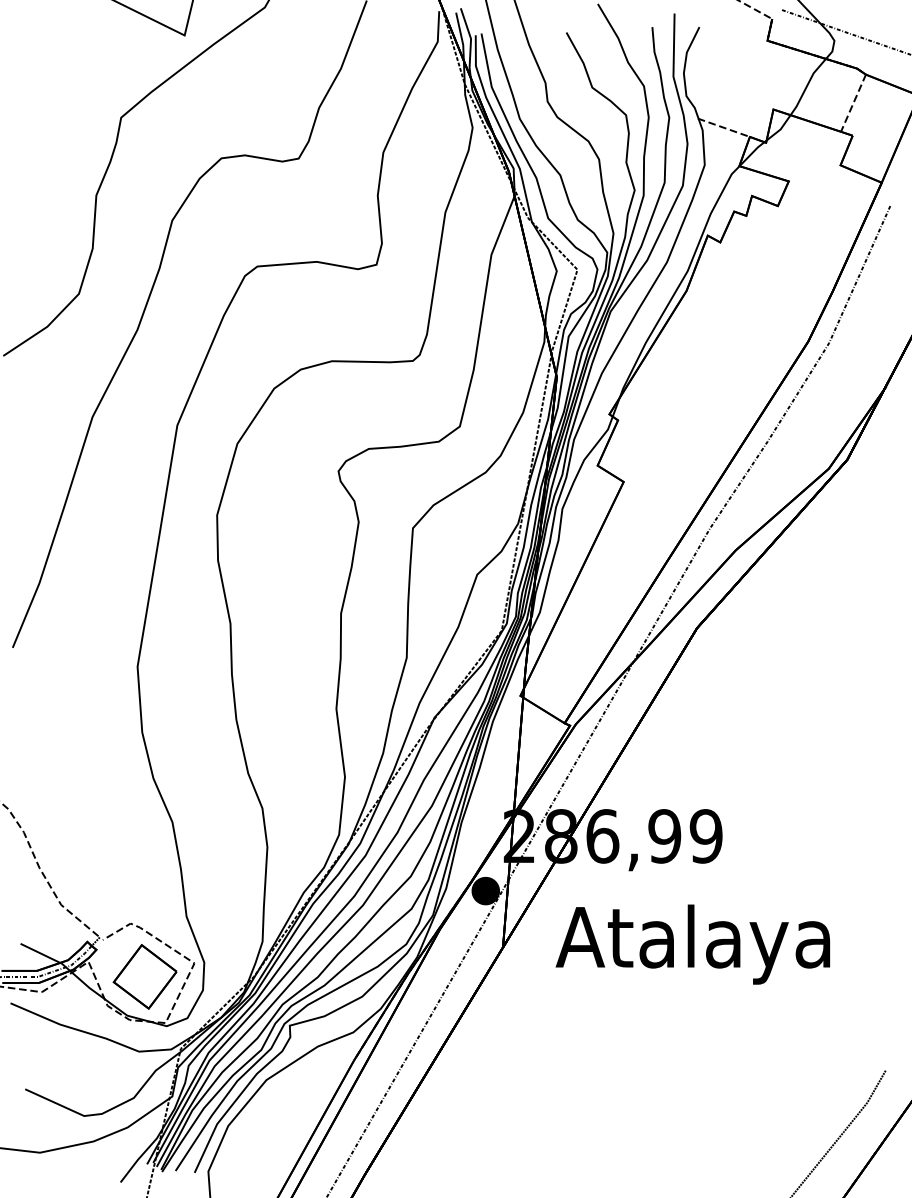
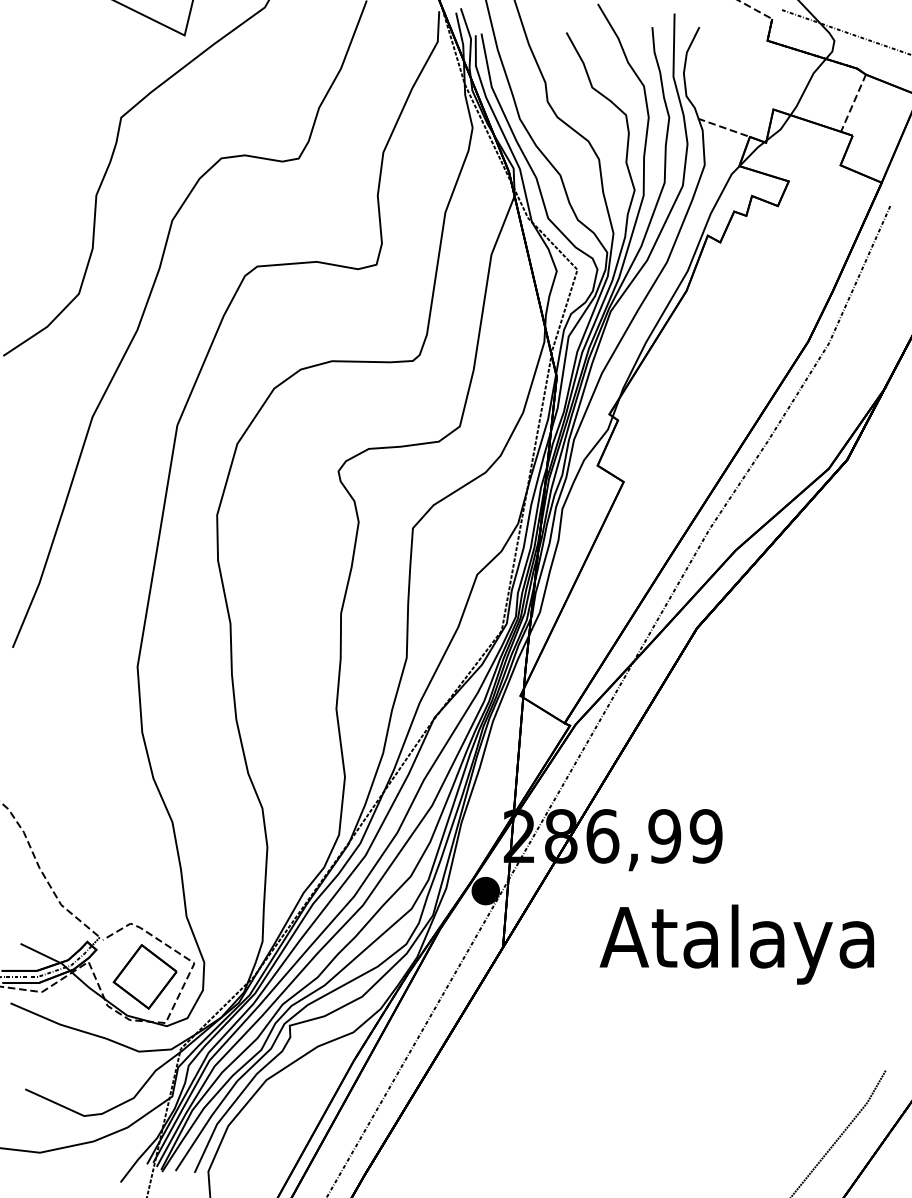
text at (692, 944) position: (692, 944) -> (736, 944)
